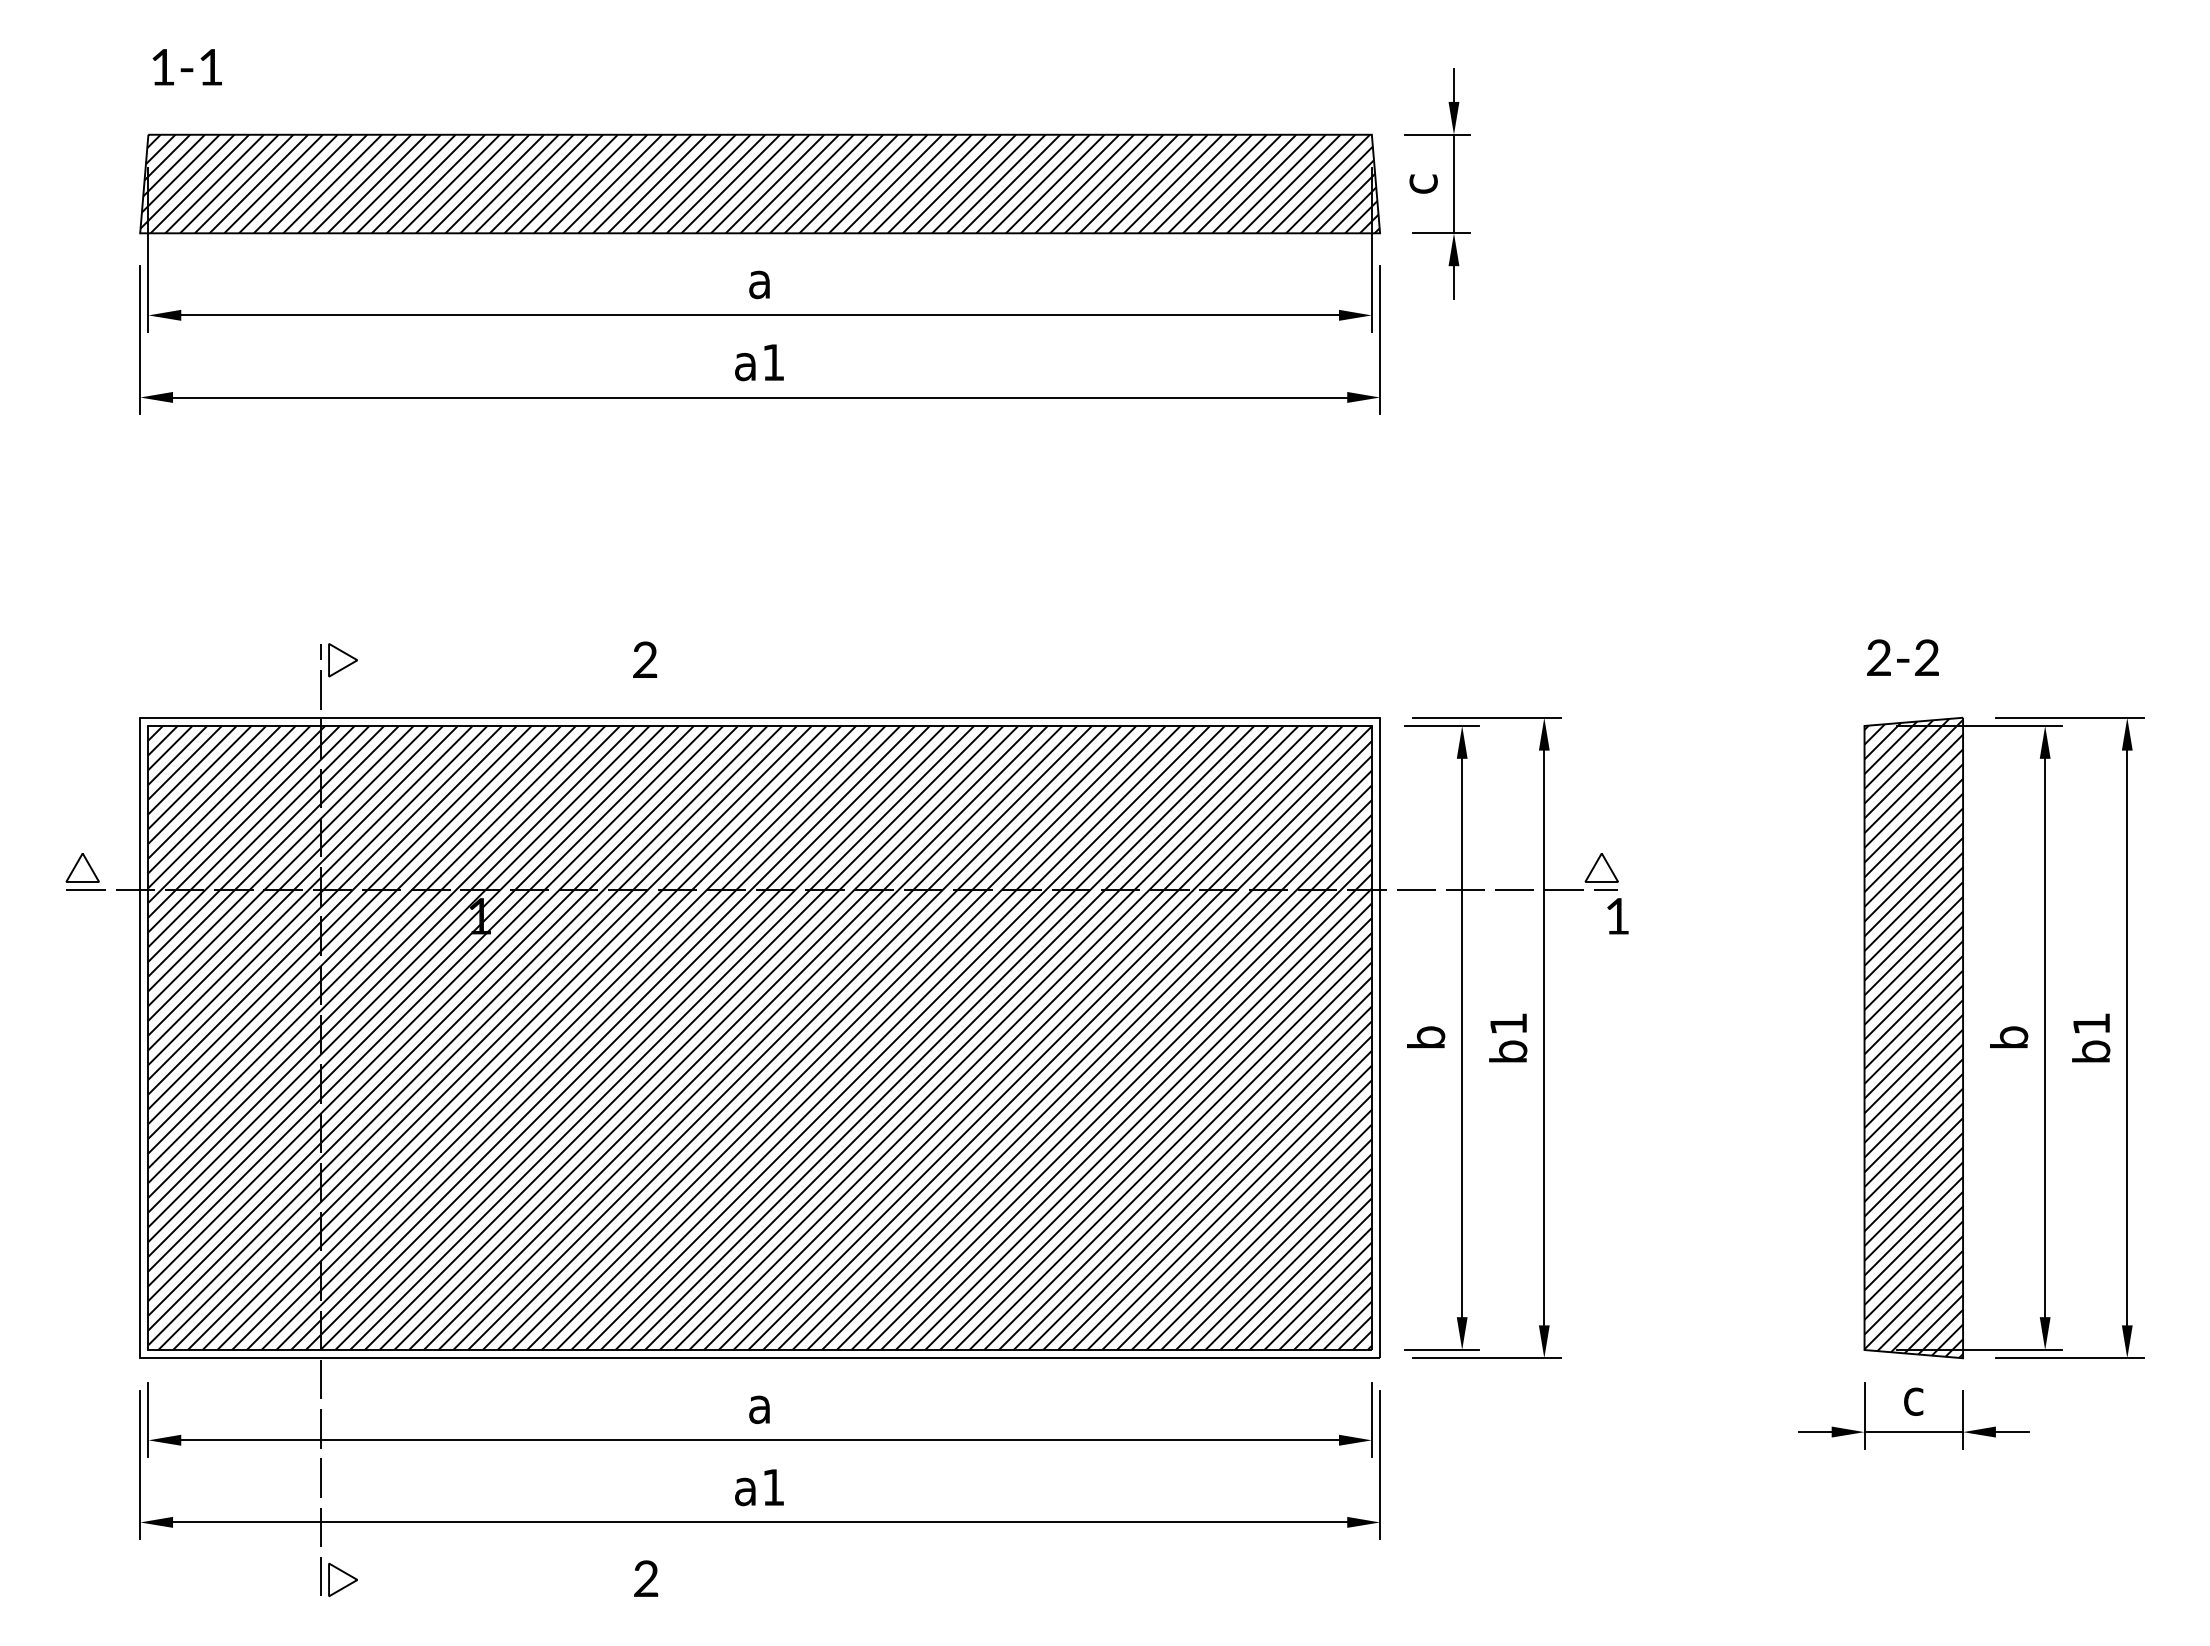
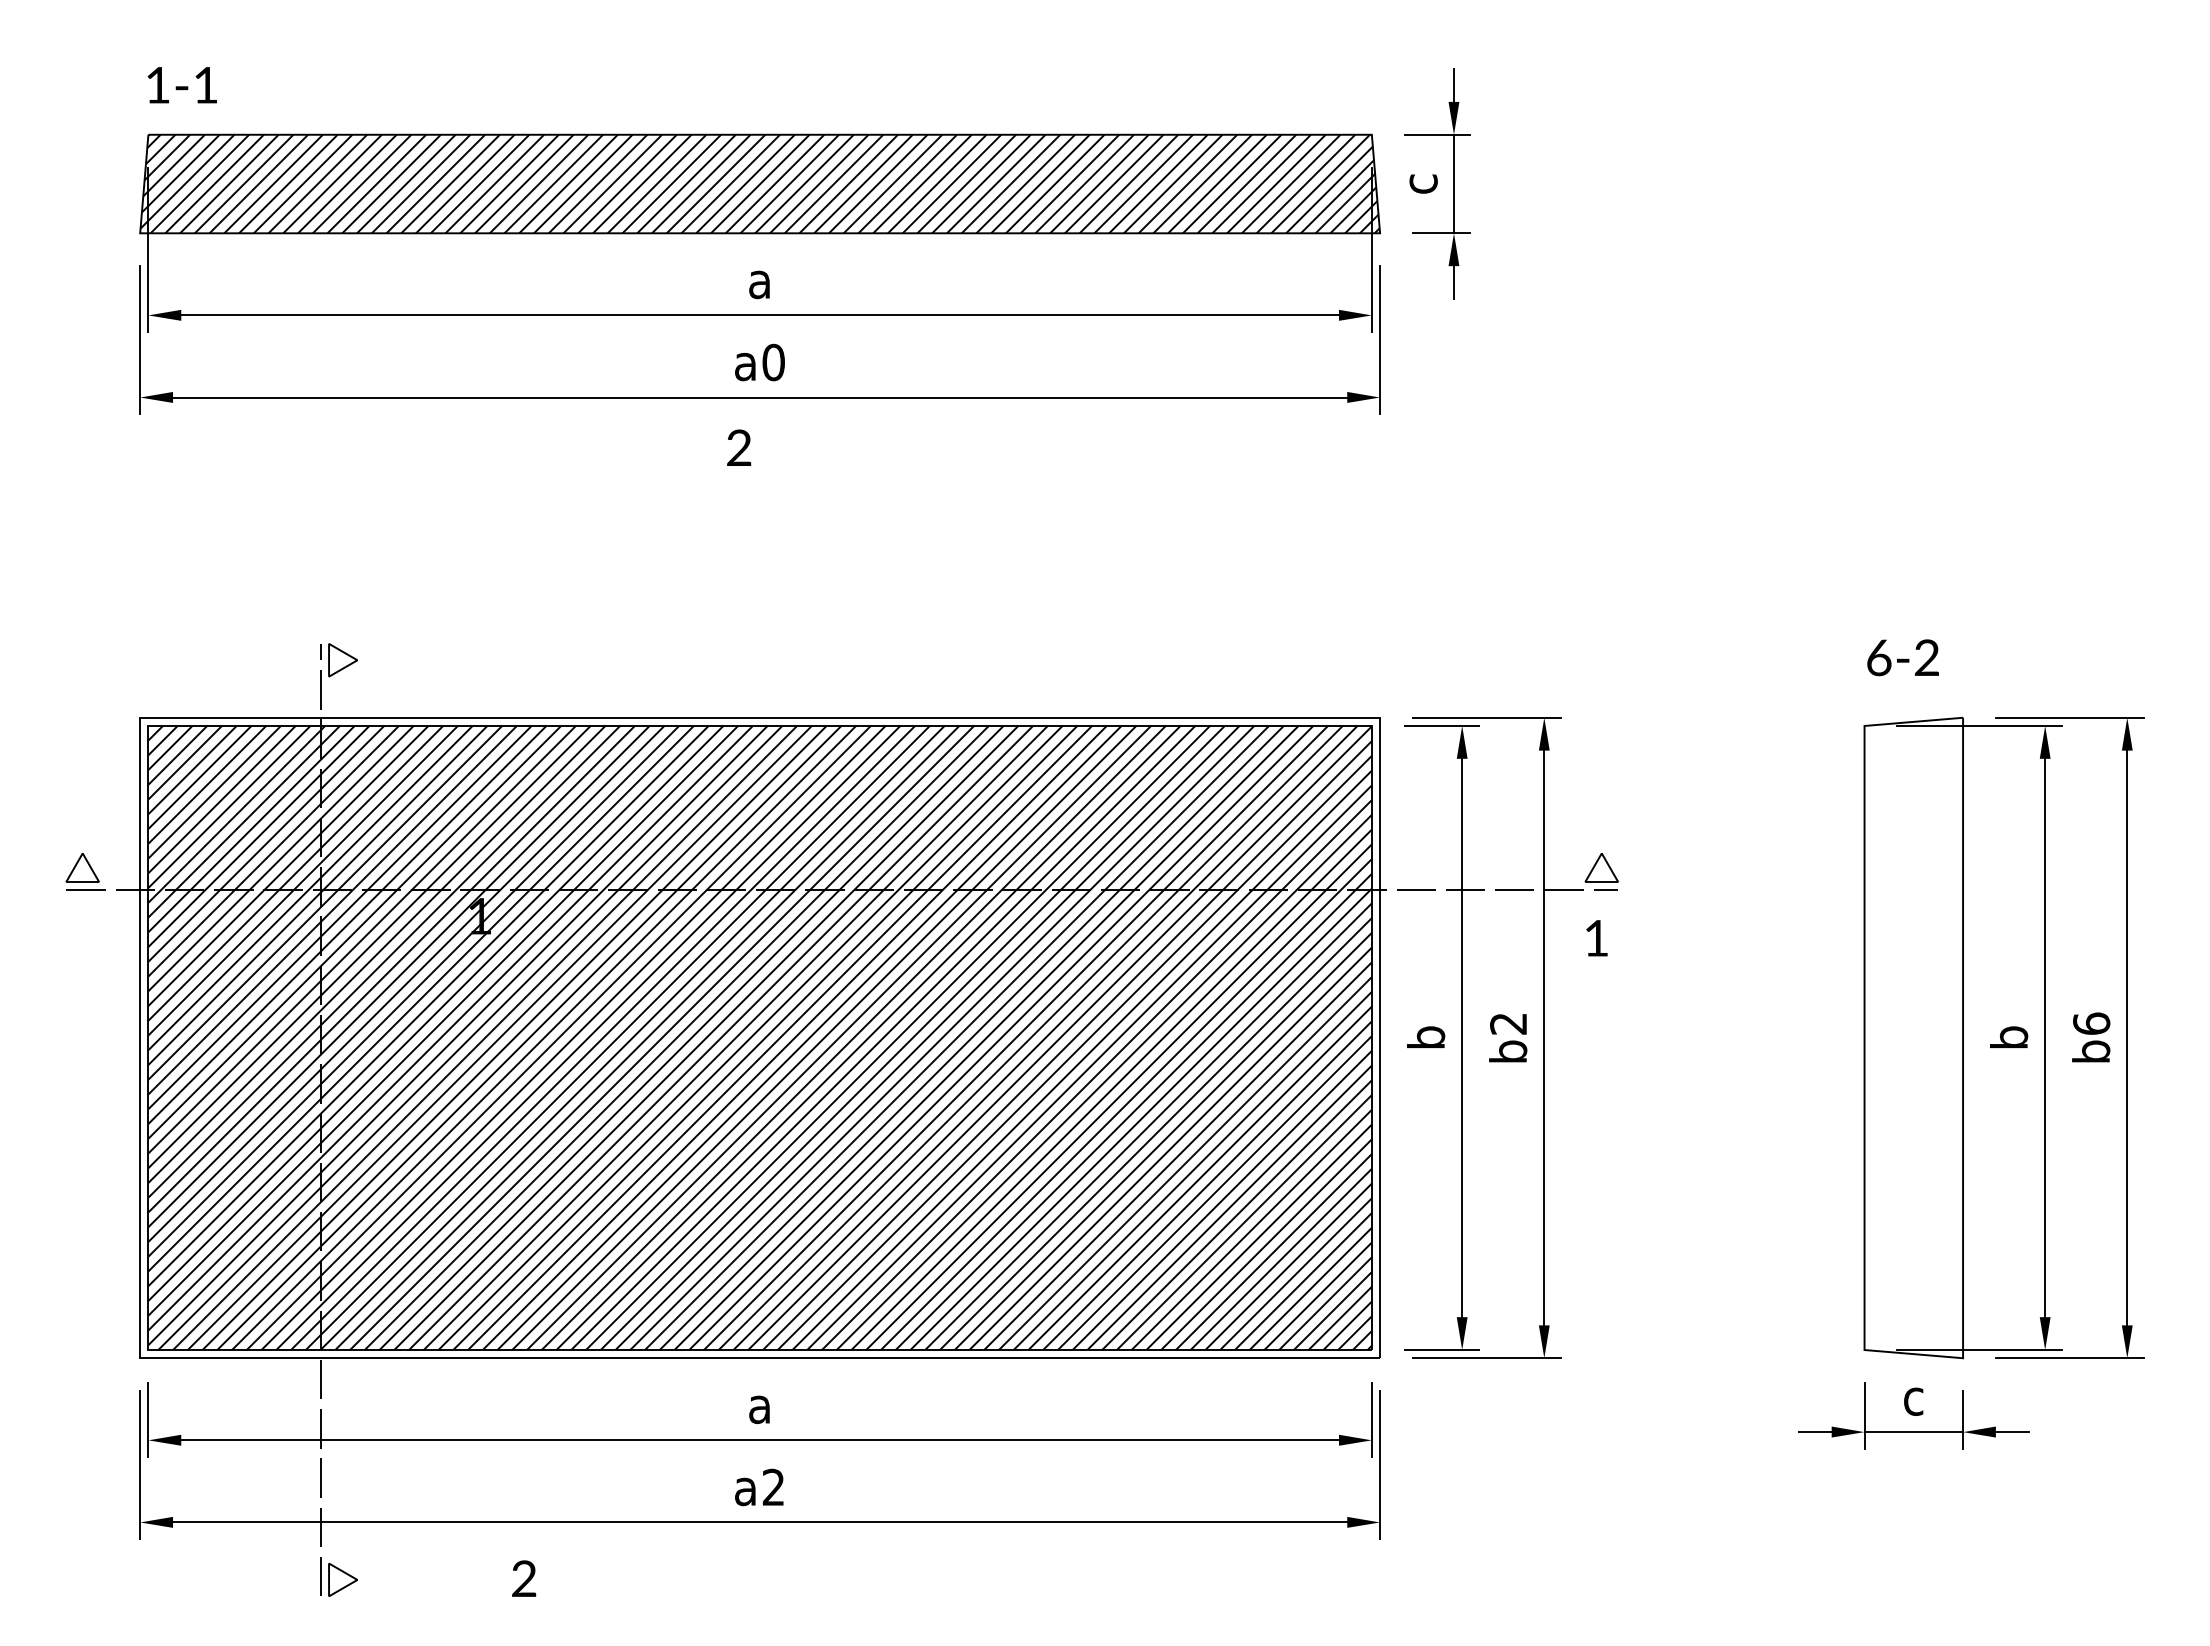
text at (186, 67) position: (186, 67) -> (181, 85)
text at (773, 362): a1 -> a0
text at (1879, 657): 2-2 -> 6-2
text at (645, 659) position: (645, 659) -> (739, 447)
text at (1617, 916) position: (1617, 916) -> (1596, 938)
text at (1508, 1023): b1 -> b2
text at (2091, 1023): b1 -> b6
hatch at (1913, 1037): present -> none
text at (772, 1486): a1 -> a2
text at (646, 1578) position: (646, 1578) -> (524, 1578)
